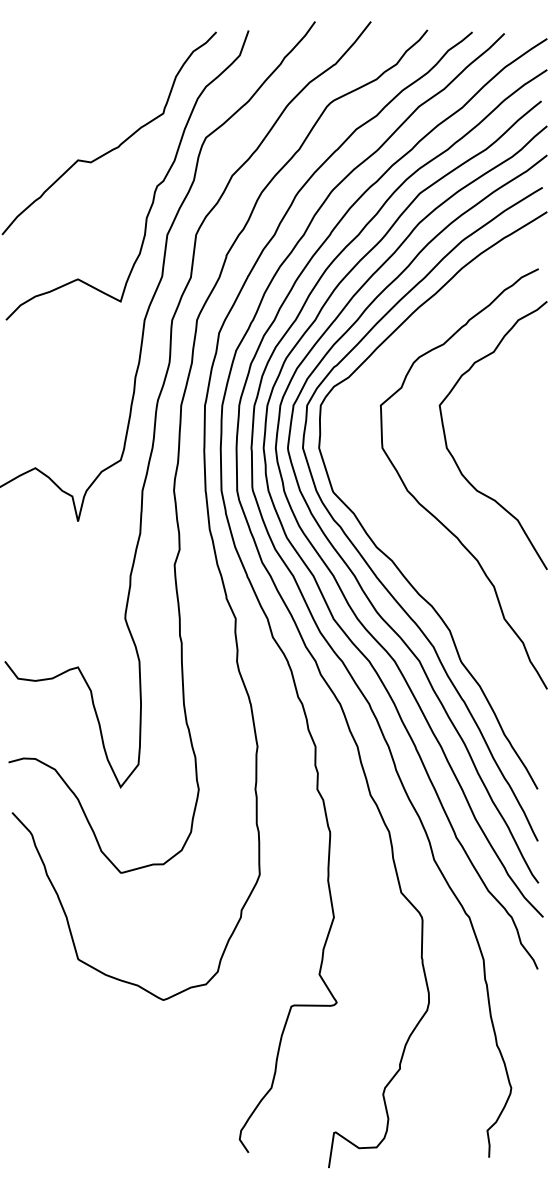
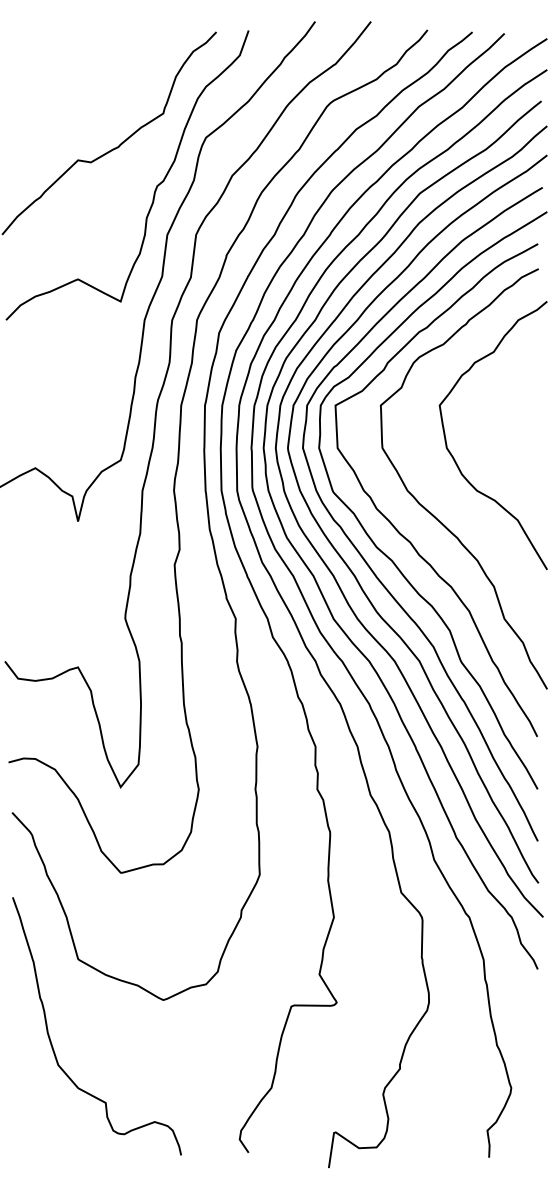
curve at (394, 525): none -> present
curve at (51, 1040): none -> present
